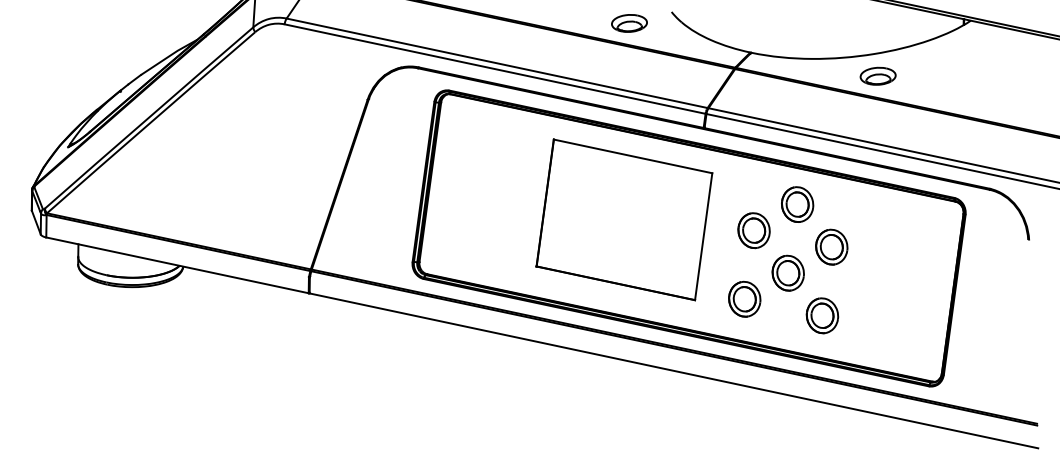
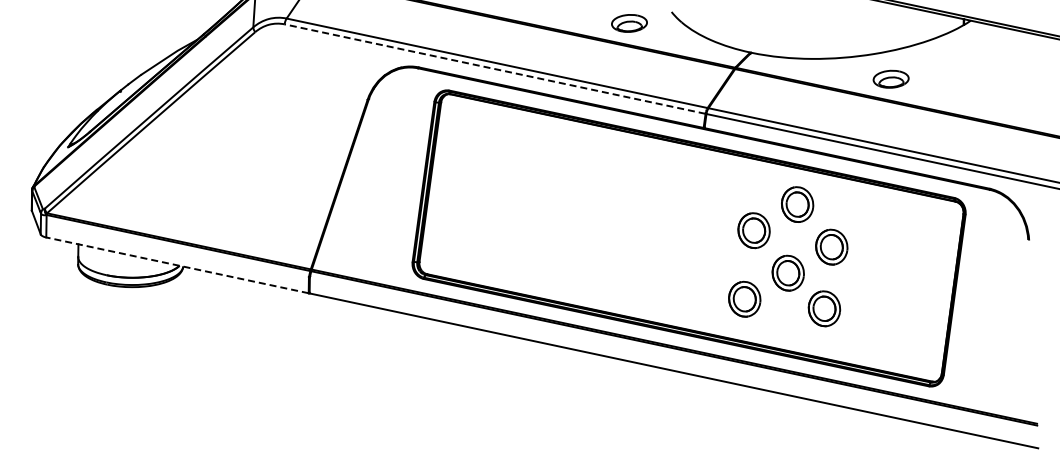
line at (494, 68): solid -> dashed
part at (877, 75) position: (877, 75) -> (890, 78)
part at (624, 219): present -> none
line at (177, 265): solid -> dashed
part at (822, 315) position: (822, 315) -> (824, 308)
